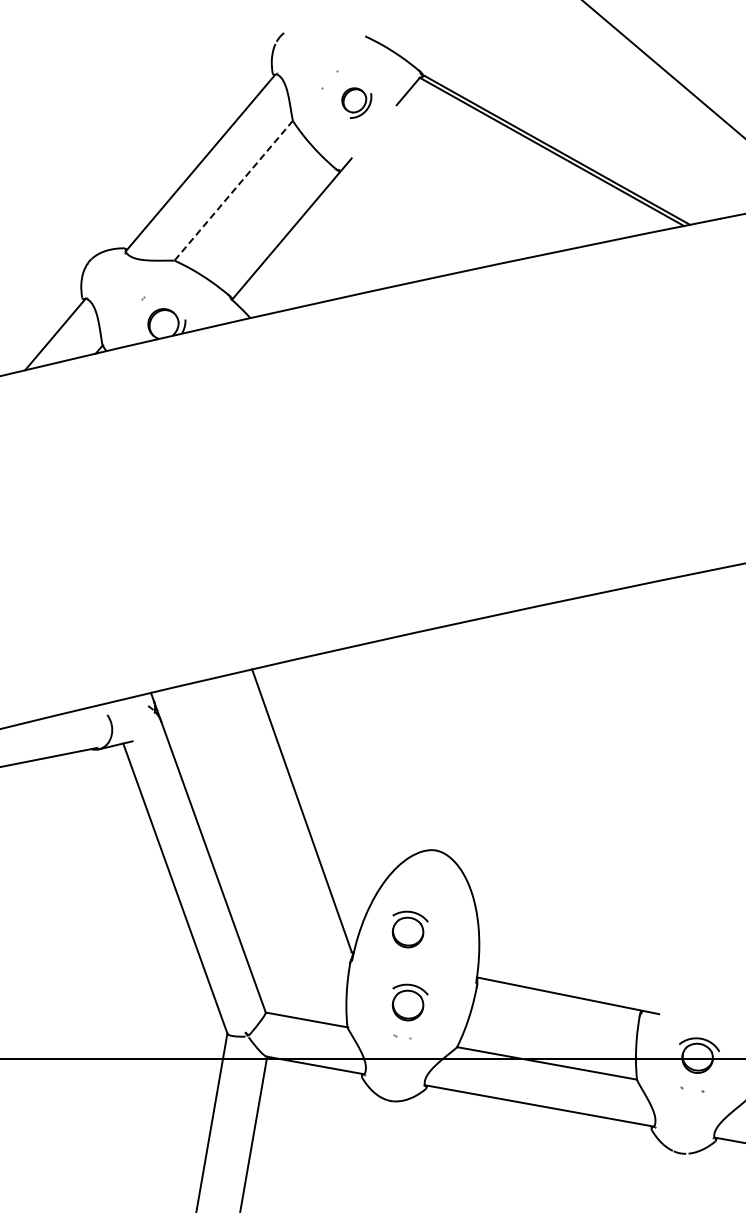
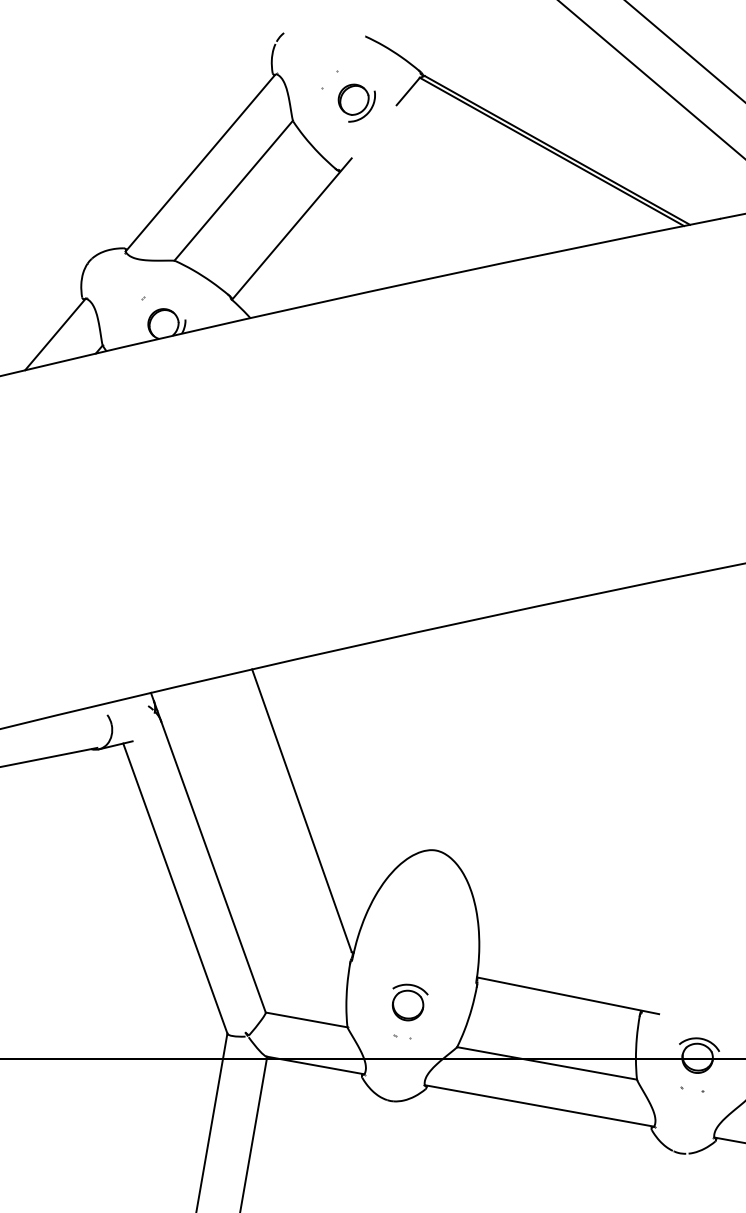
line at (684, 51): none -> present
line at (663, 69) position: (663, 69) -> (651, 79)
part at (356, 102) size: 32x32 px -> 39x40 px
line at (233, 190): dashed -> solid
part at (409, 929): present -> none
